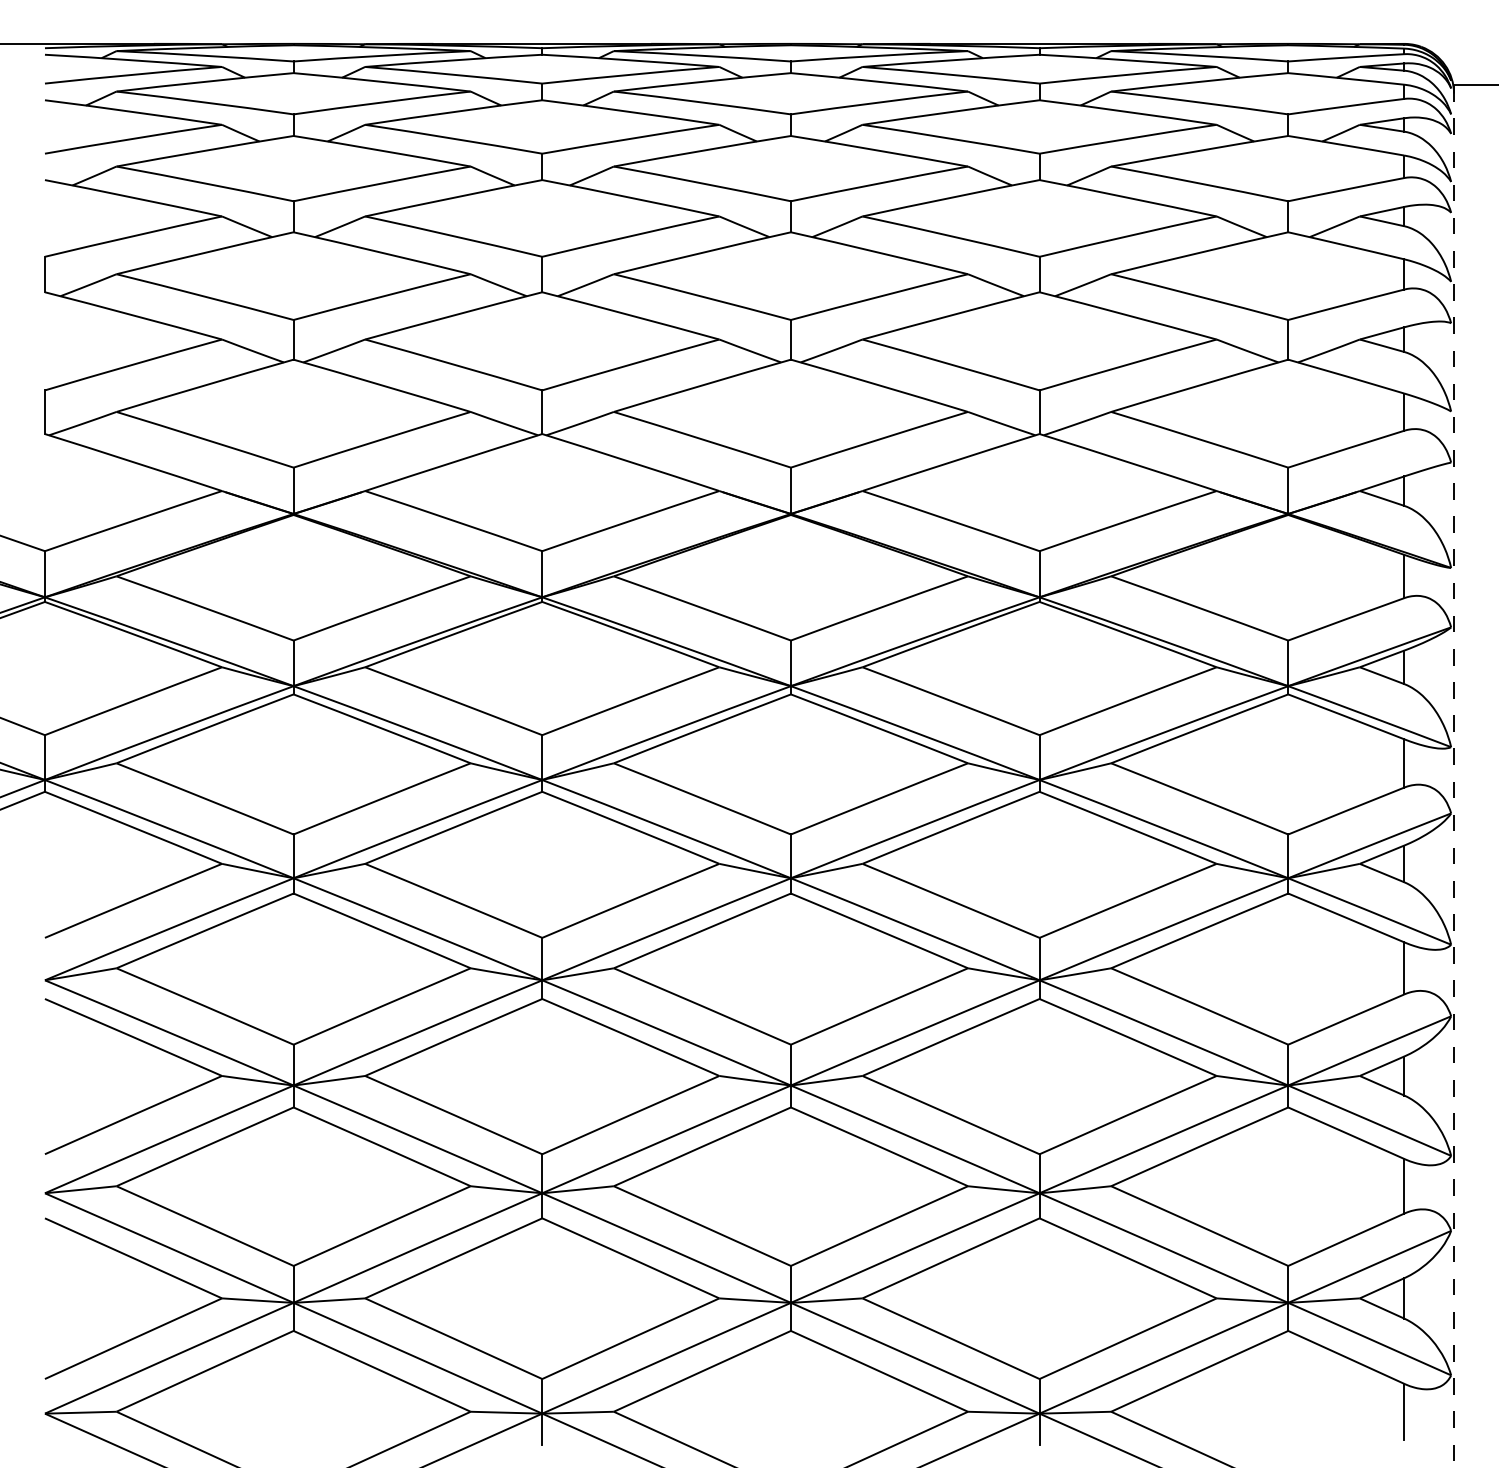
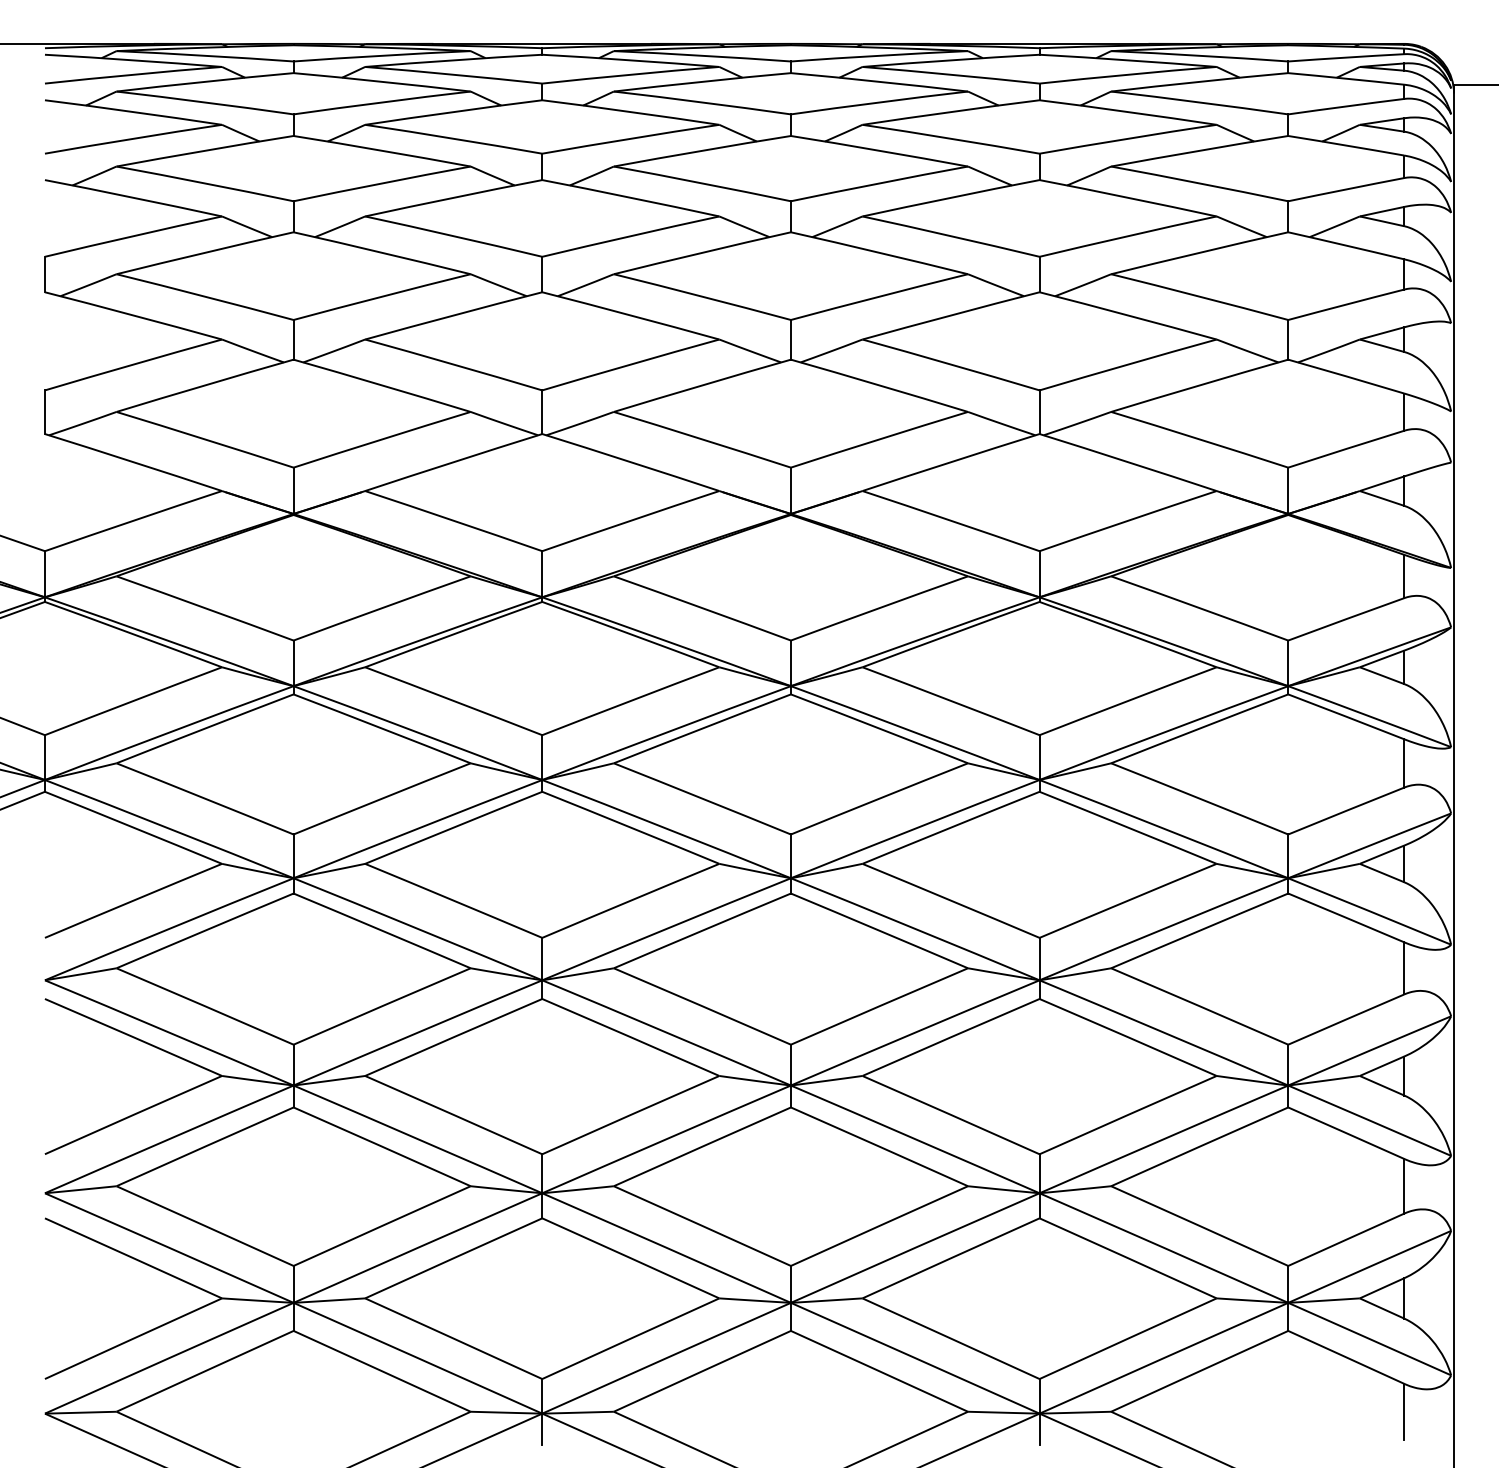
line at (1454, 777): dashed -> solid
